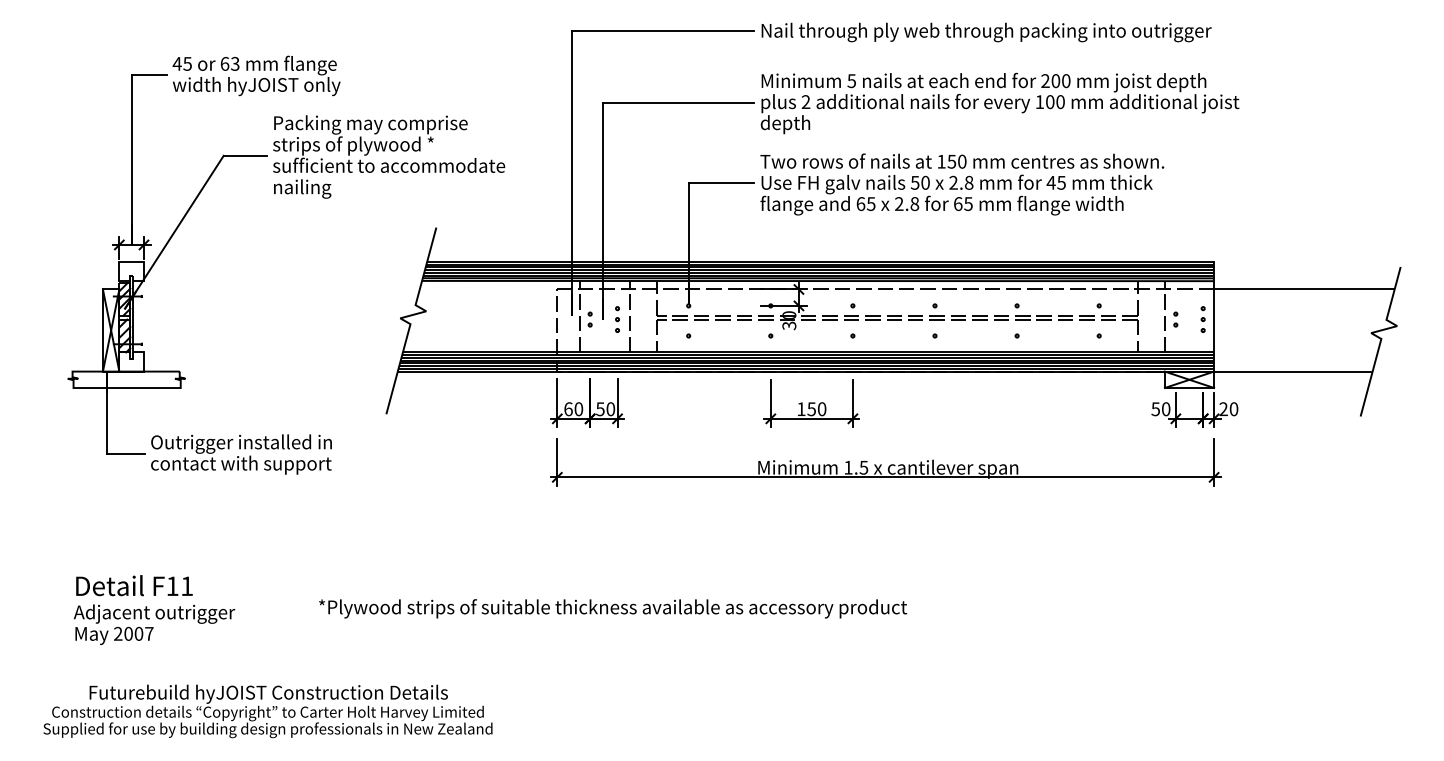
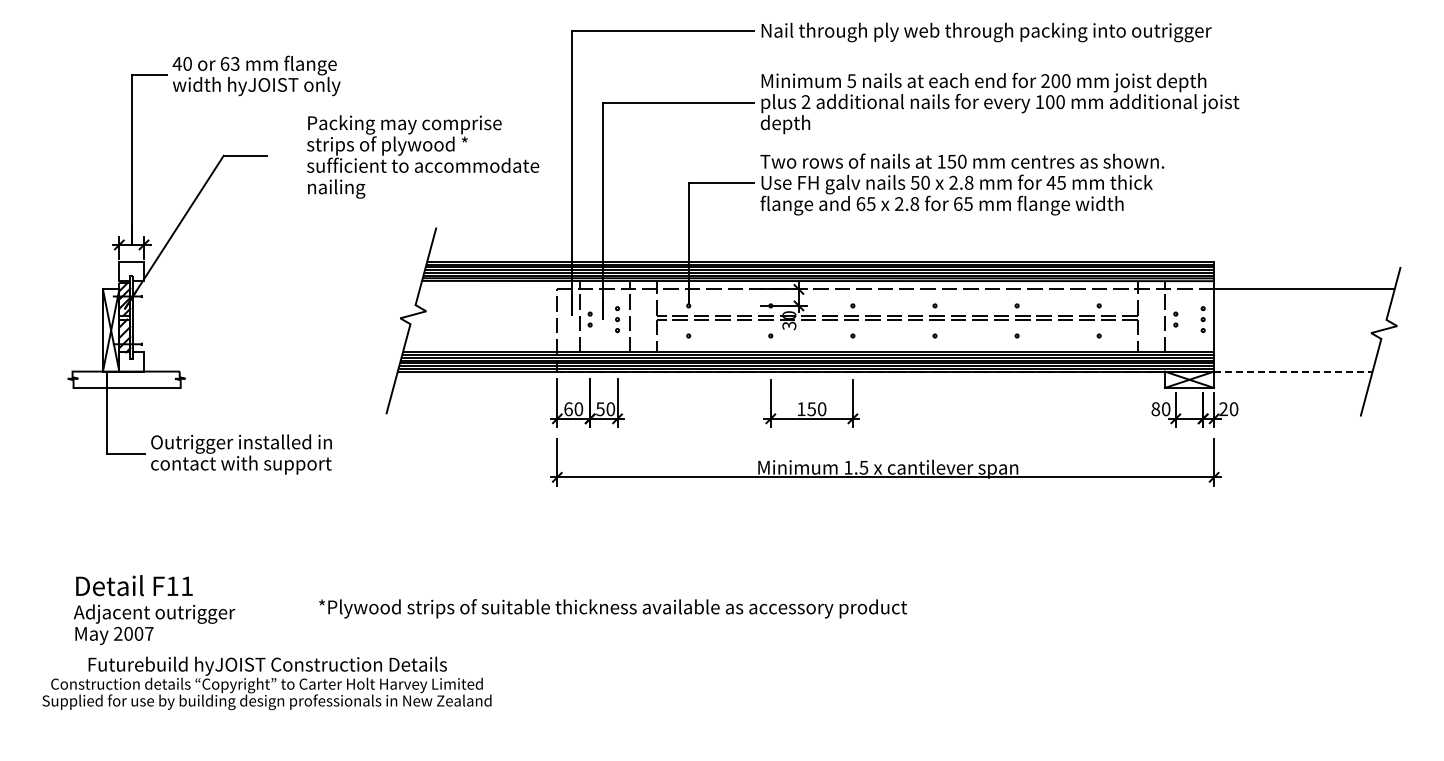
text at (187, 63): 45 -> 40
text at (389, 156) position: (389, 156) -> (423, 156)
line at (1293, 371): solid -> dashed
text at (1155, 409): 50 -> 80
text at (267, 711) position: (267, 711) -> (266, 683)
